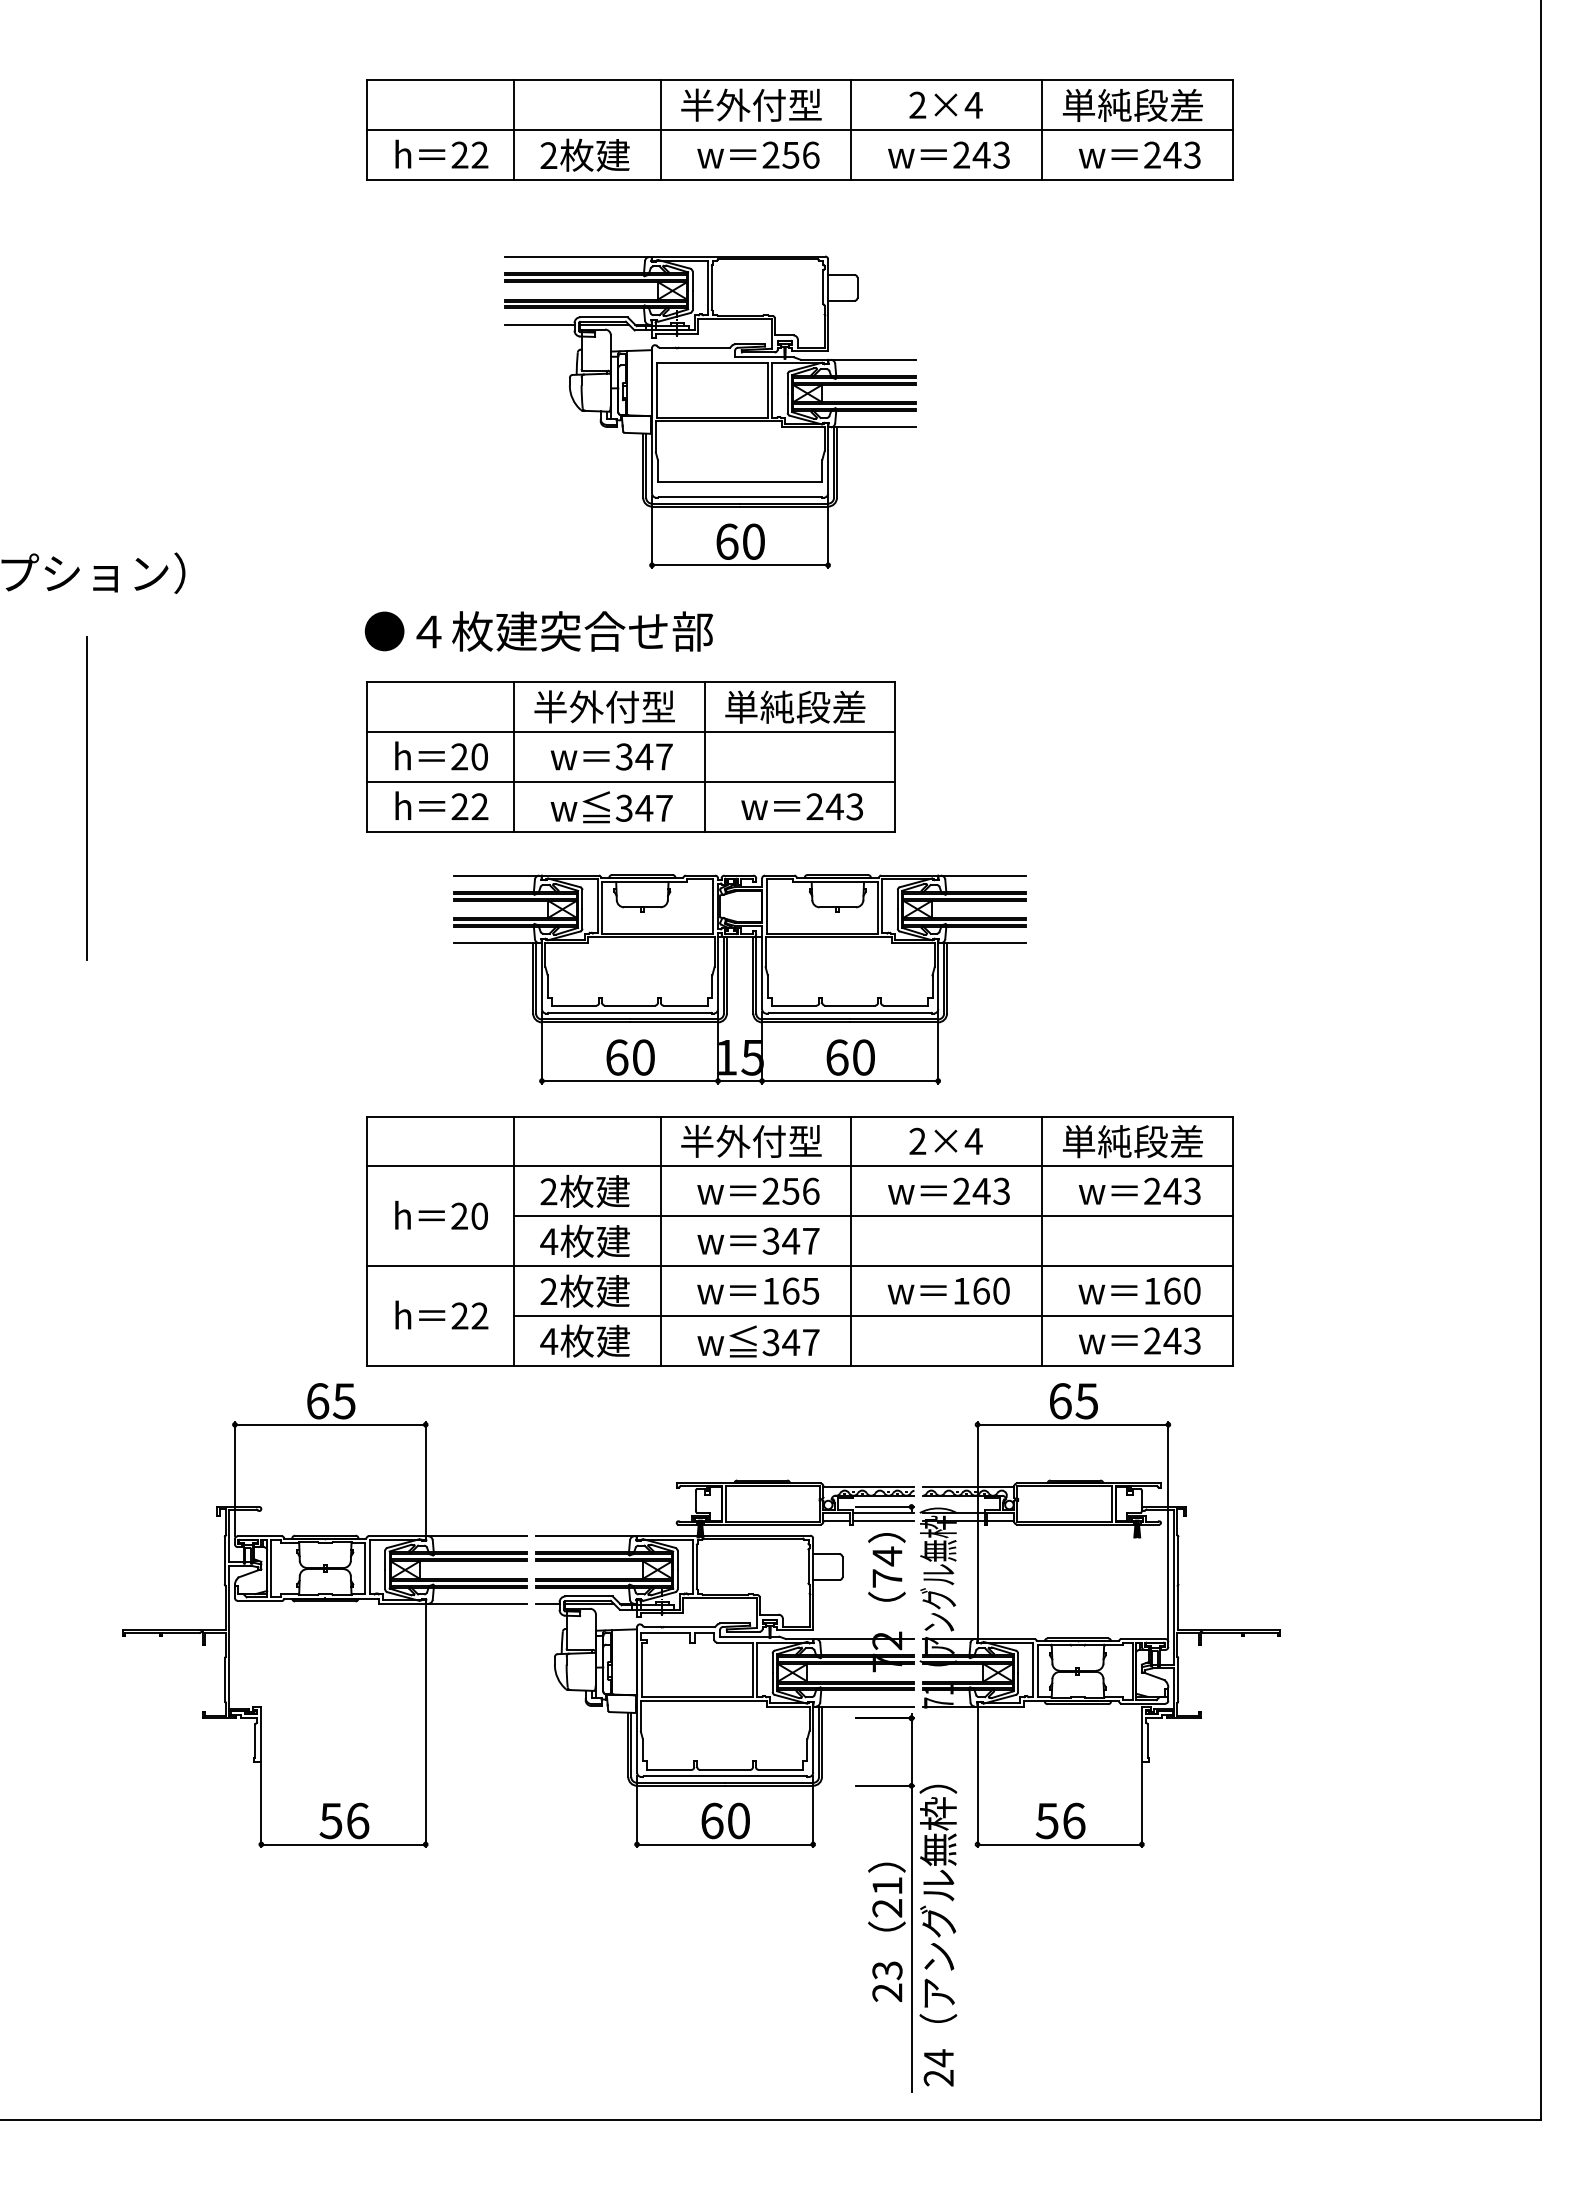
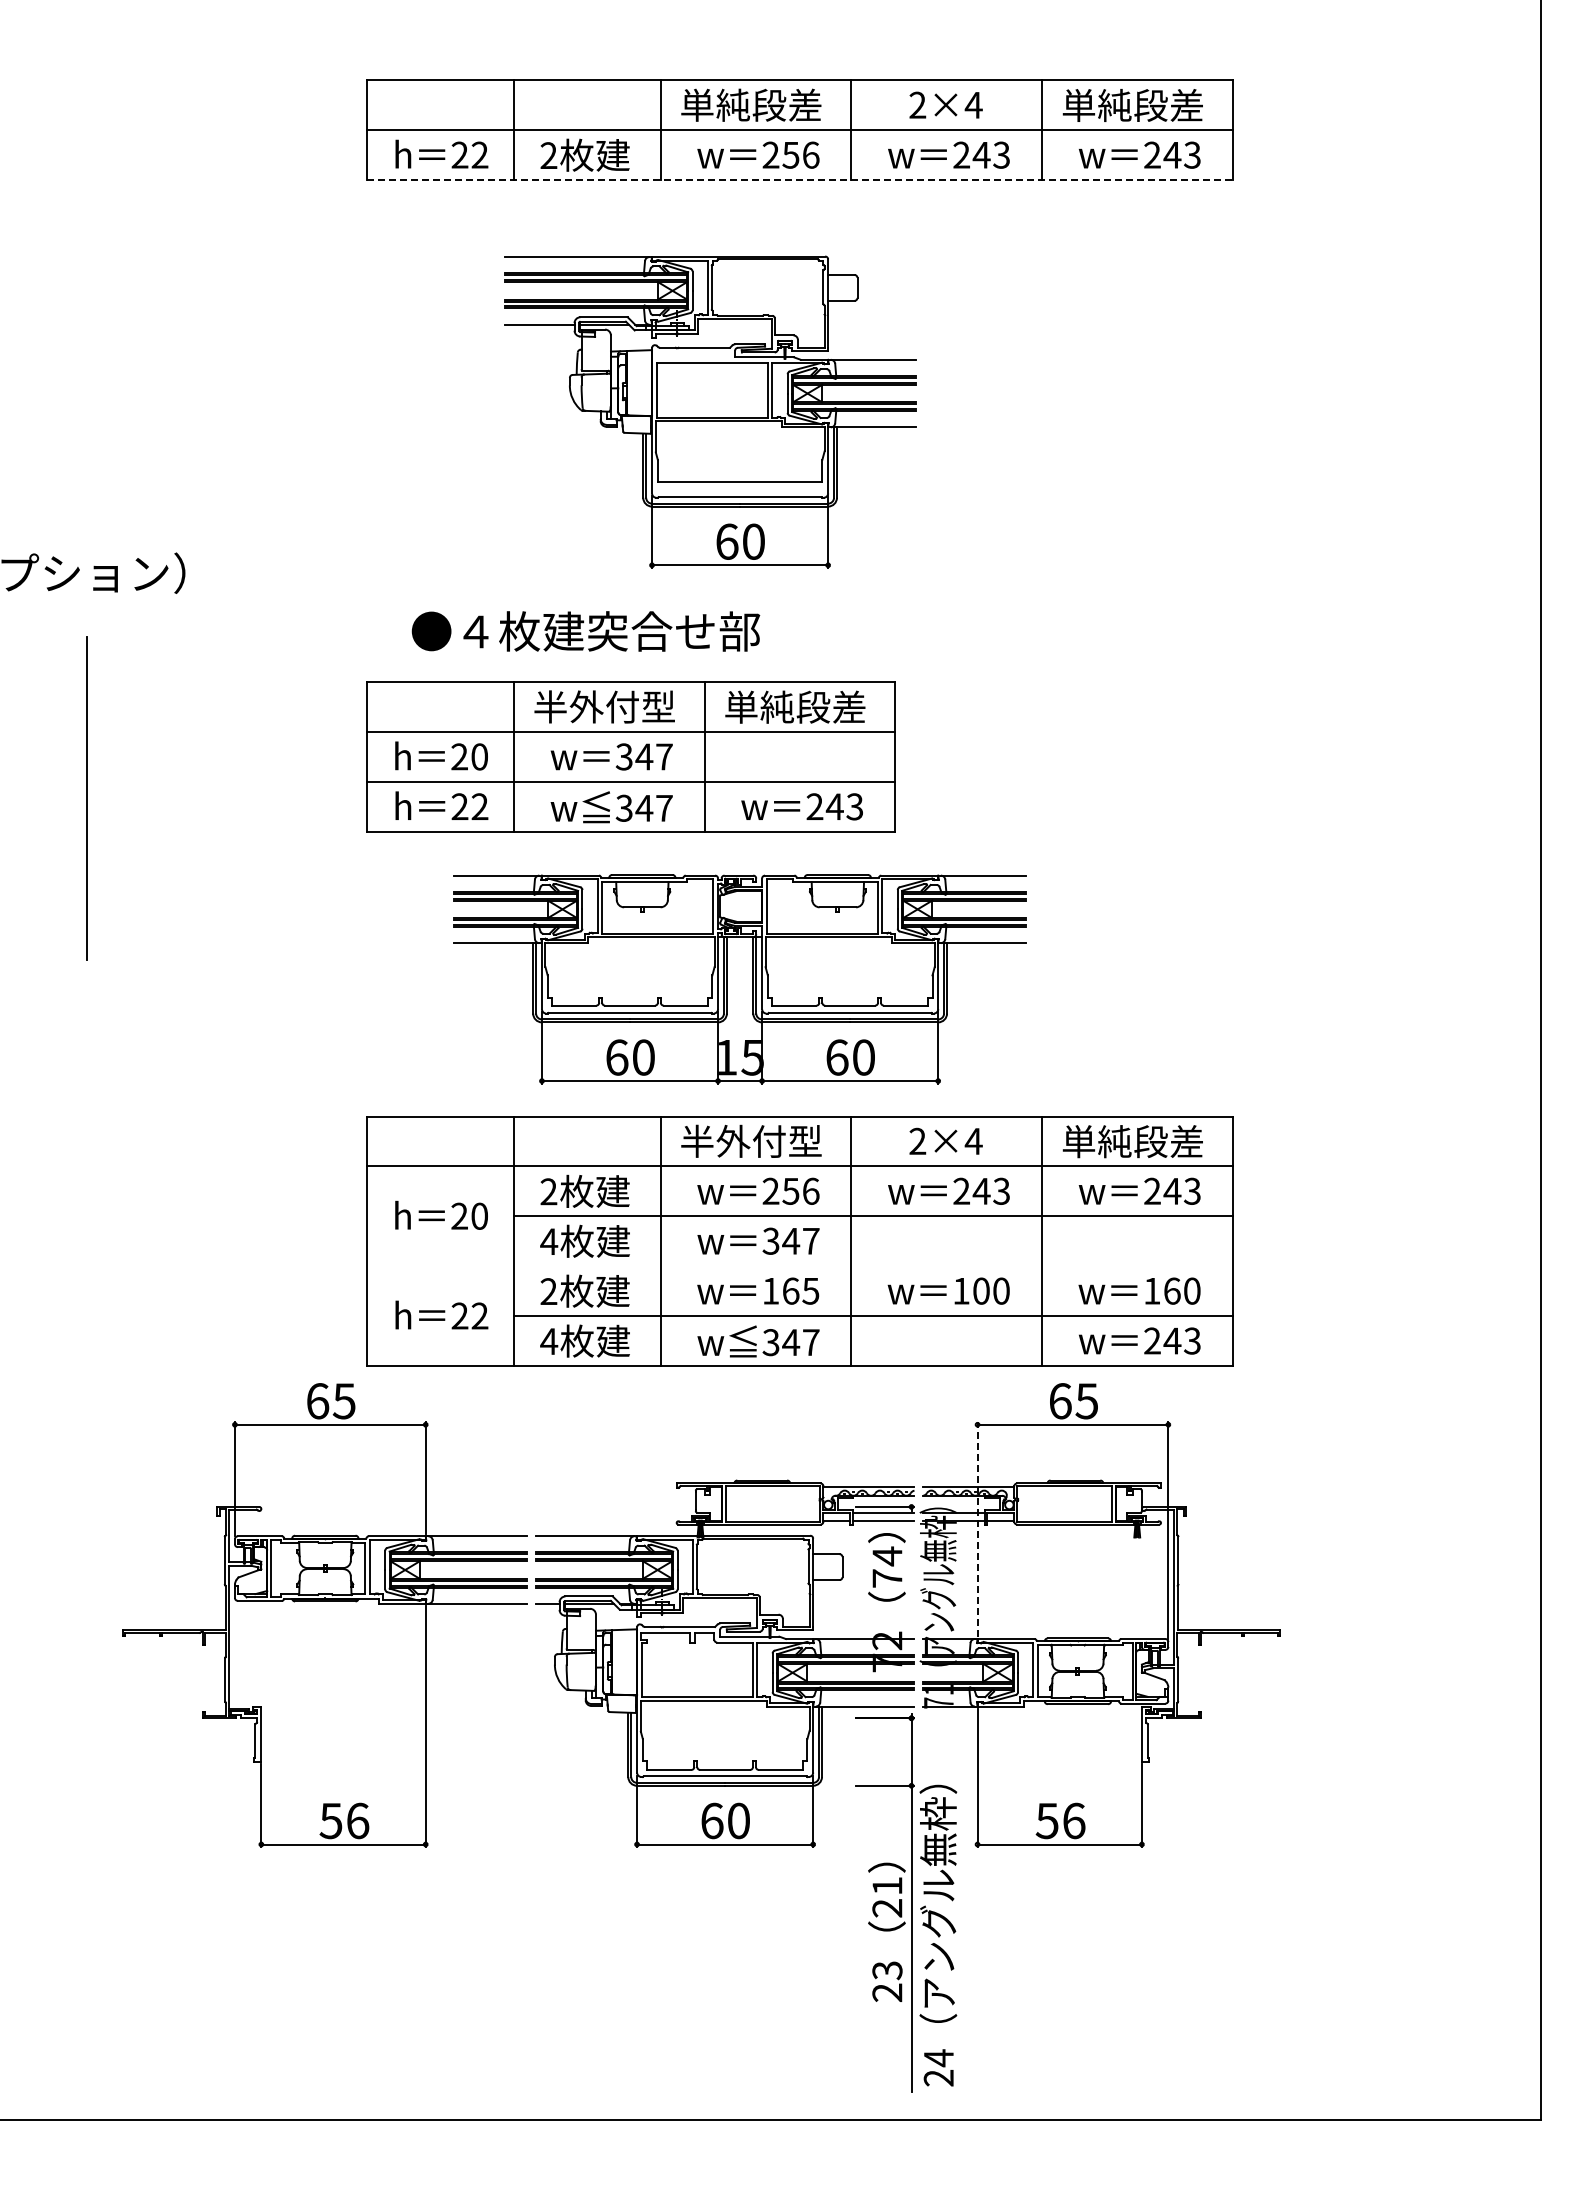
text at (751, 104): 半外付型 -> 単純段差
line at (799, 180): solid -> dashed
text at (538, 631) position: (538, 631) -> (585, 631)
line at (799, 1266): present -> none
text at (981, 1290): 160 -> 100
line at (977, 1529): solid -> dashed
